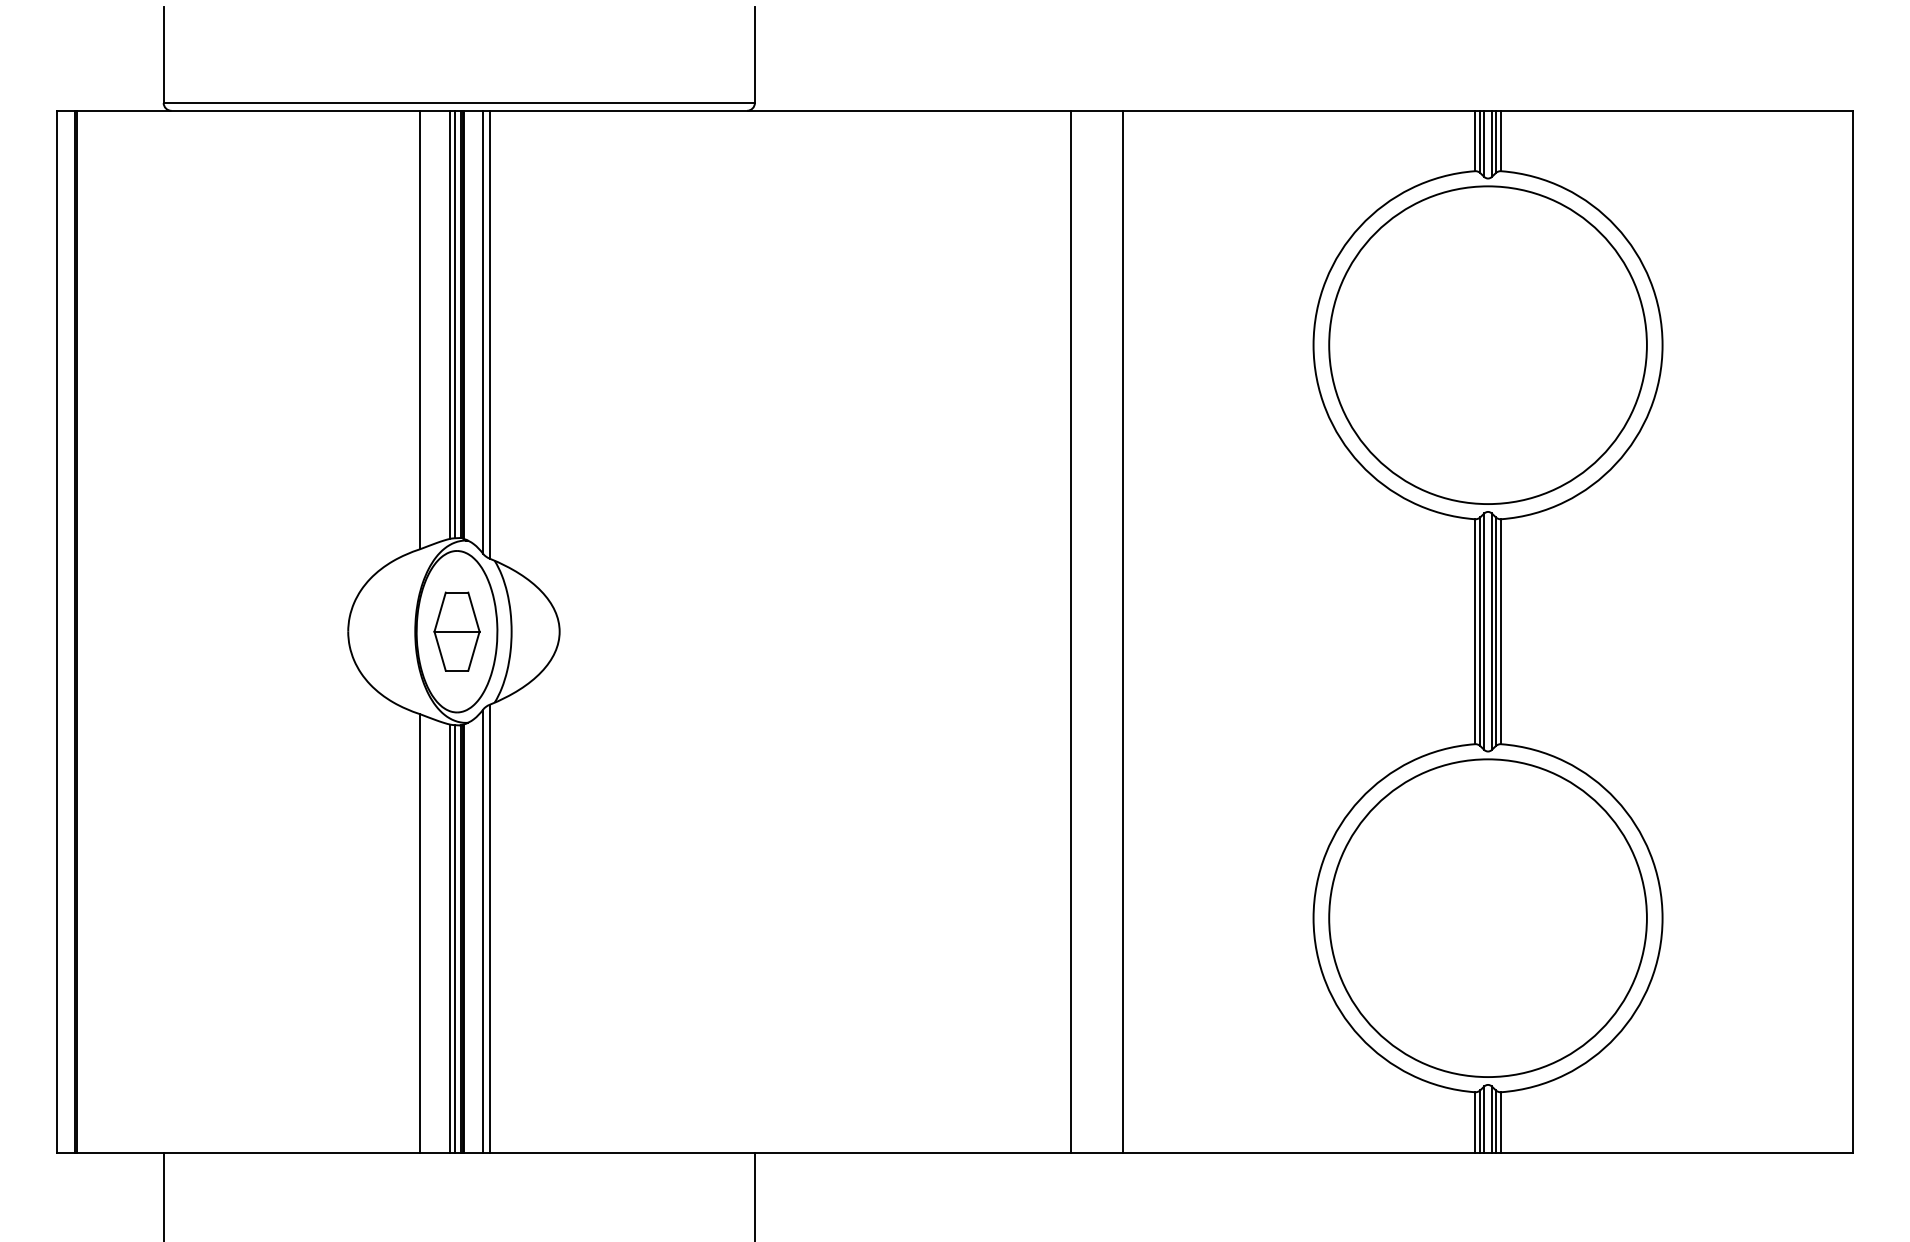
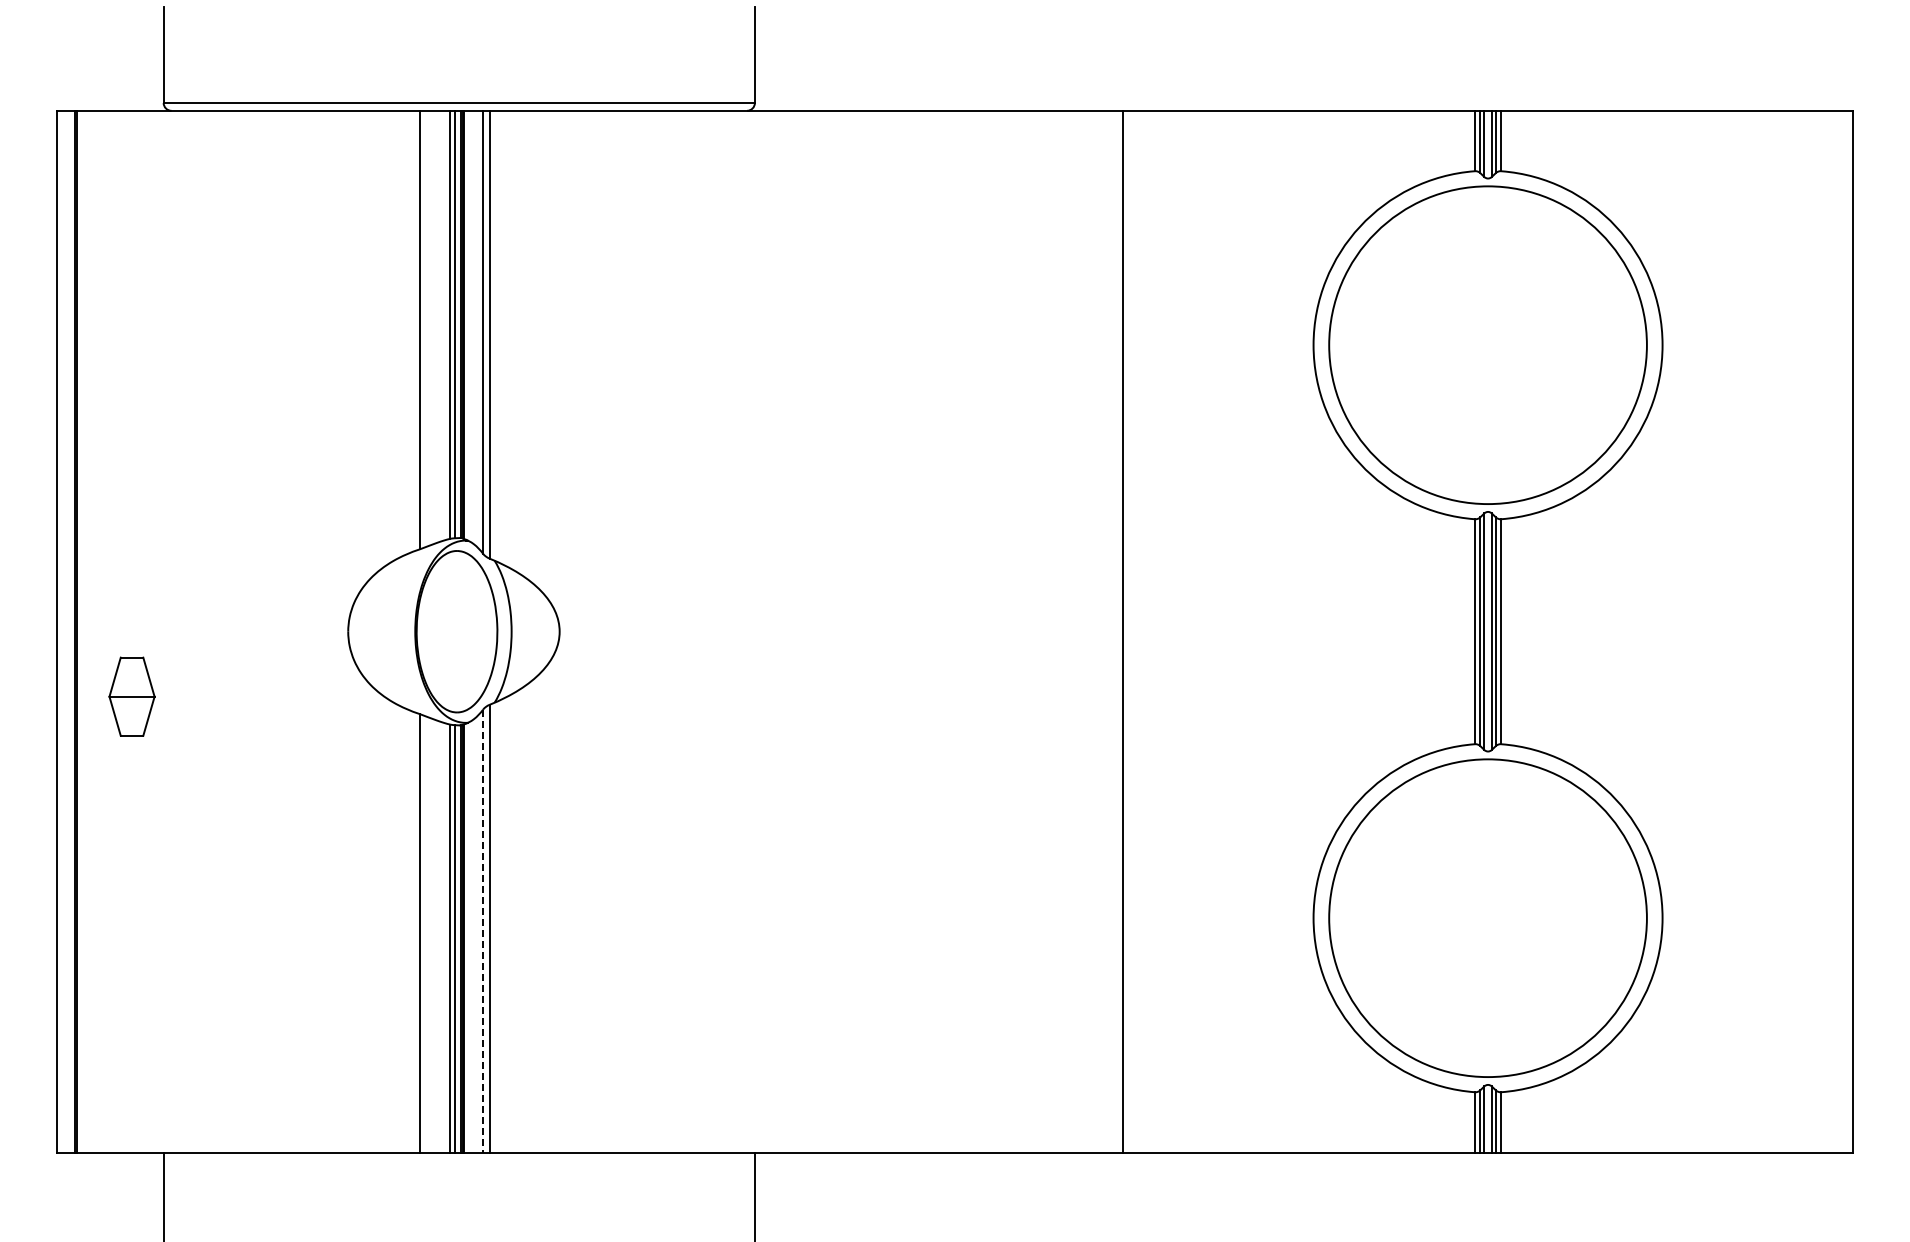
part at (456, 631) position: (456, 631) -> (131, 696)
line at (1071, 631): present -> none
line at (483, 931): solid -> dashed
